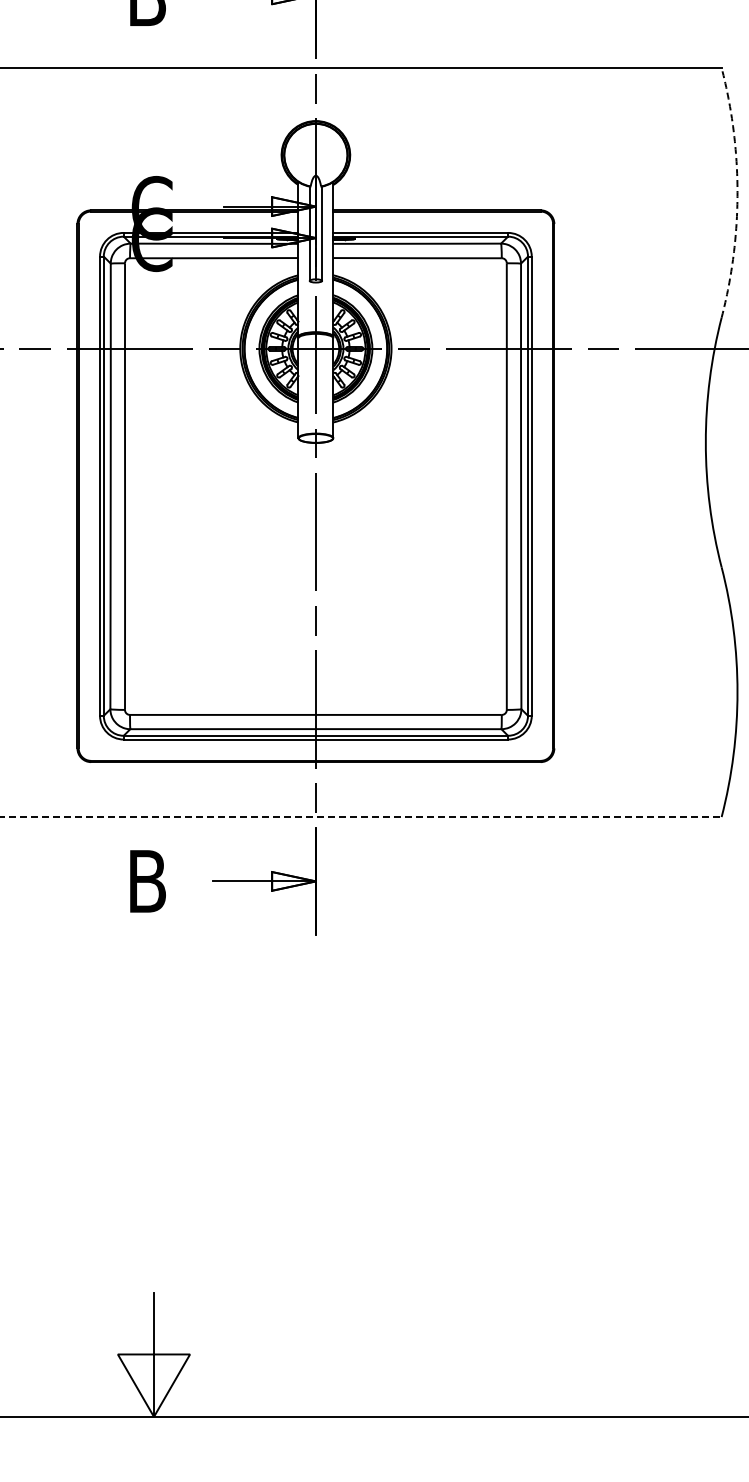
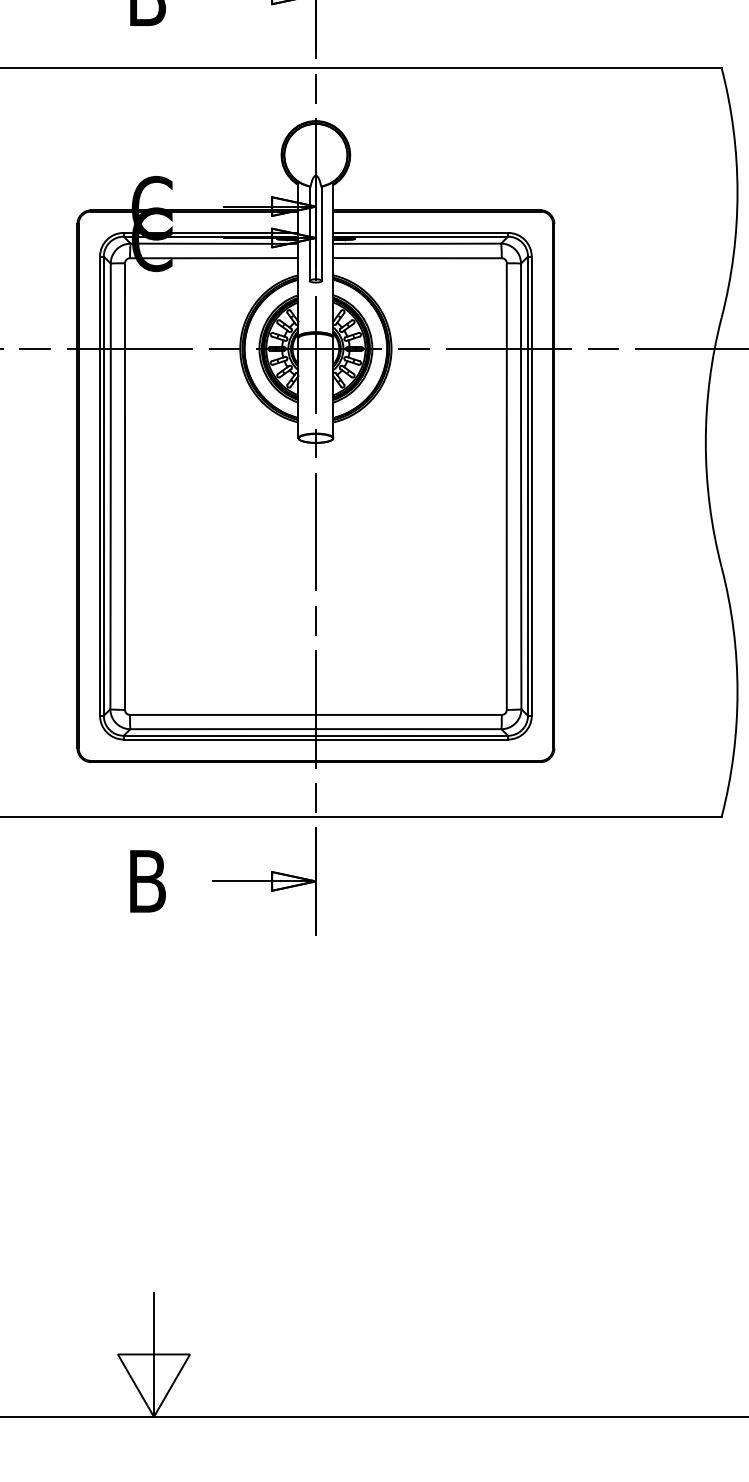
arc at (737, 192): dashed -> solid
line at (360, 817): dashed -> solid
